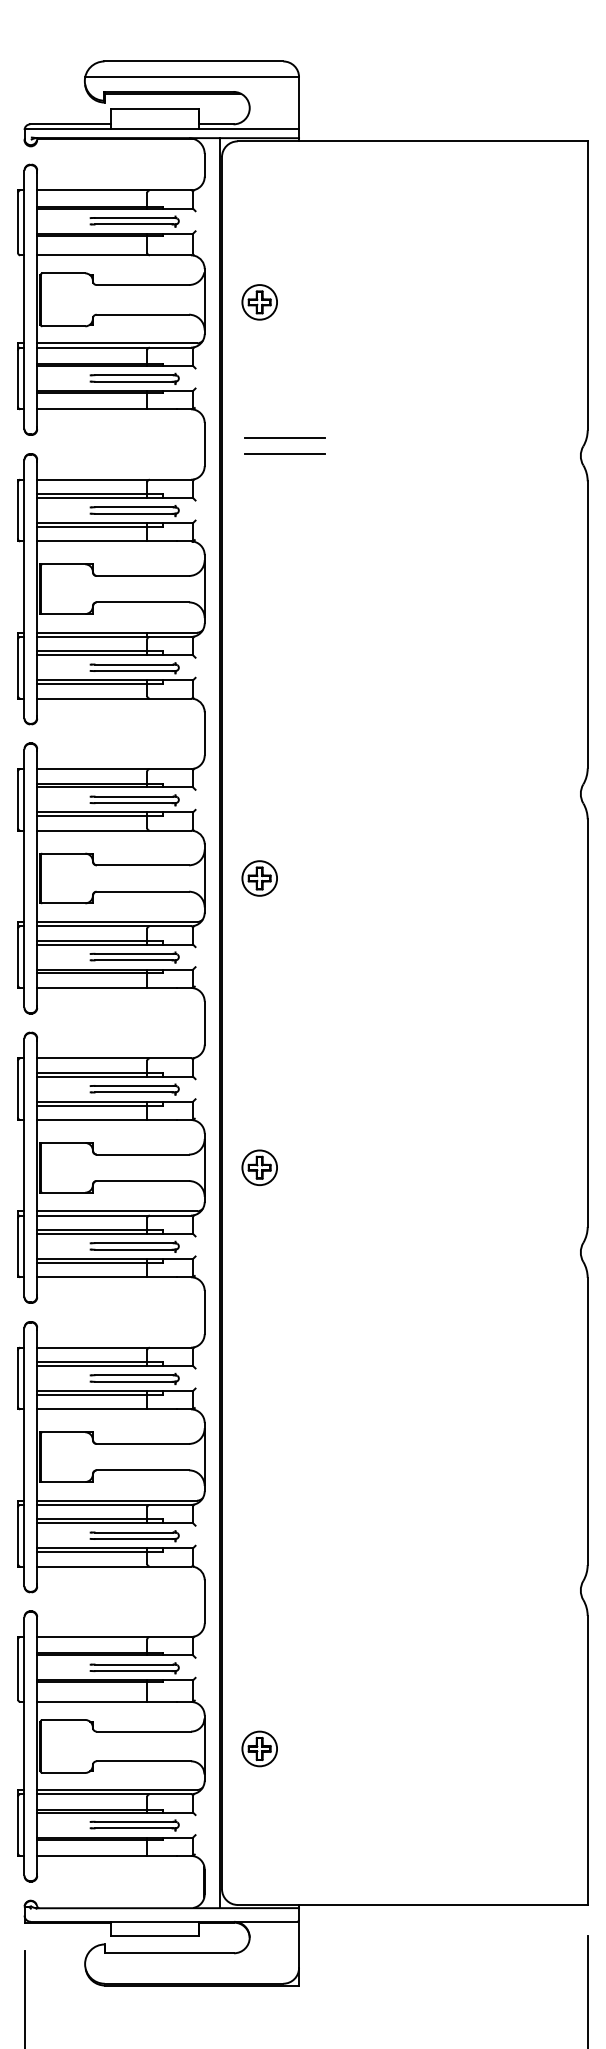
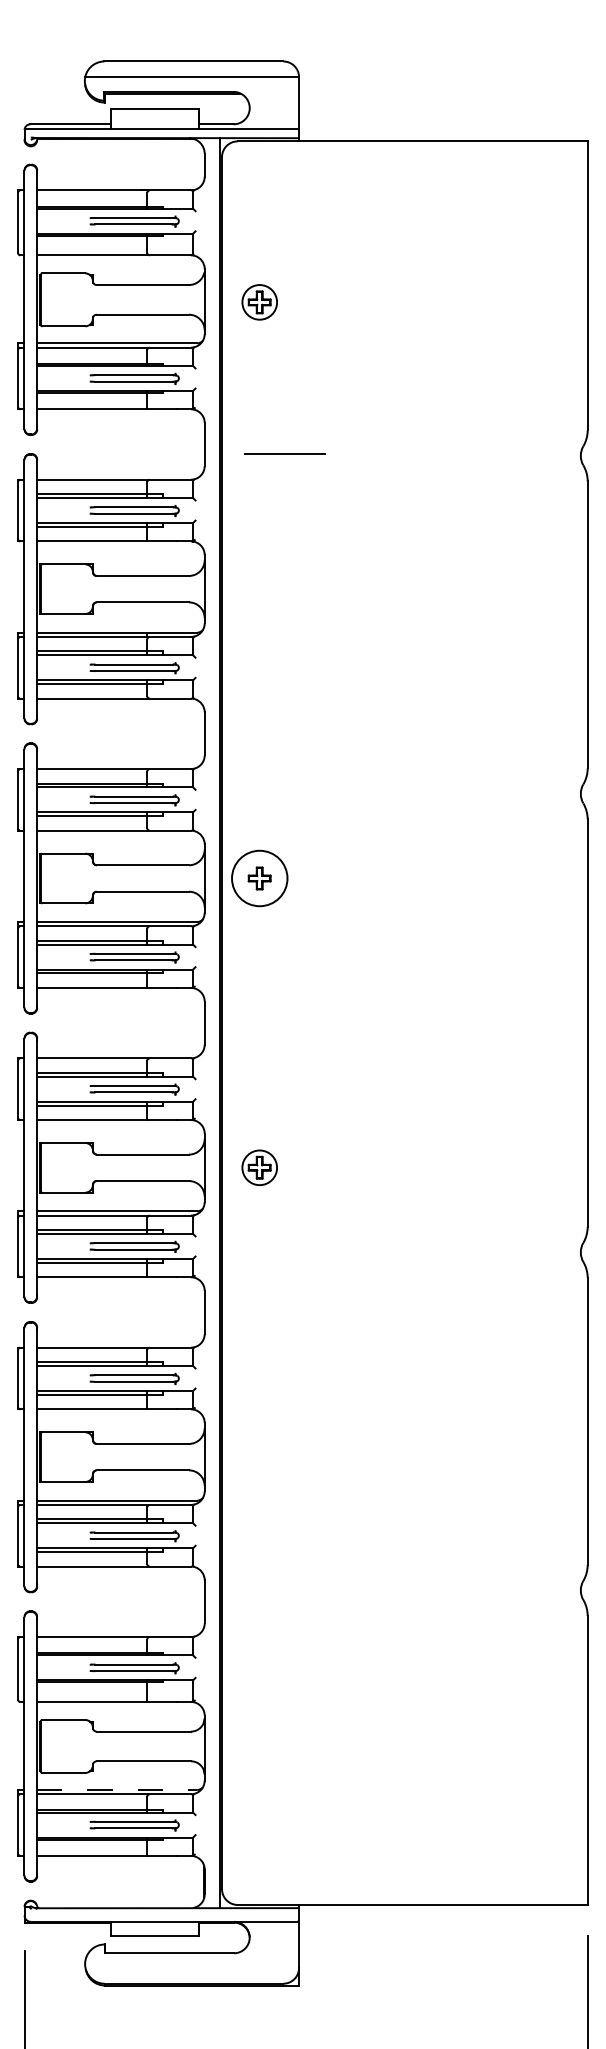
line at (284, 437): present -> none
circle at (259, 878) diameter: 35 px -> 55 px
part at (259, 1748): present -> none
line at (117, 1789): solid -> dashed
